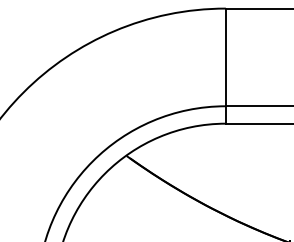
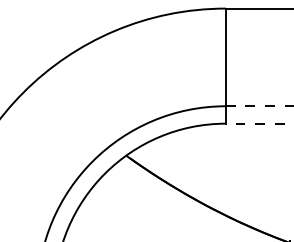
line at (259, 106): solid -> dashed
line at (259, 123): solid -> dashed
